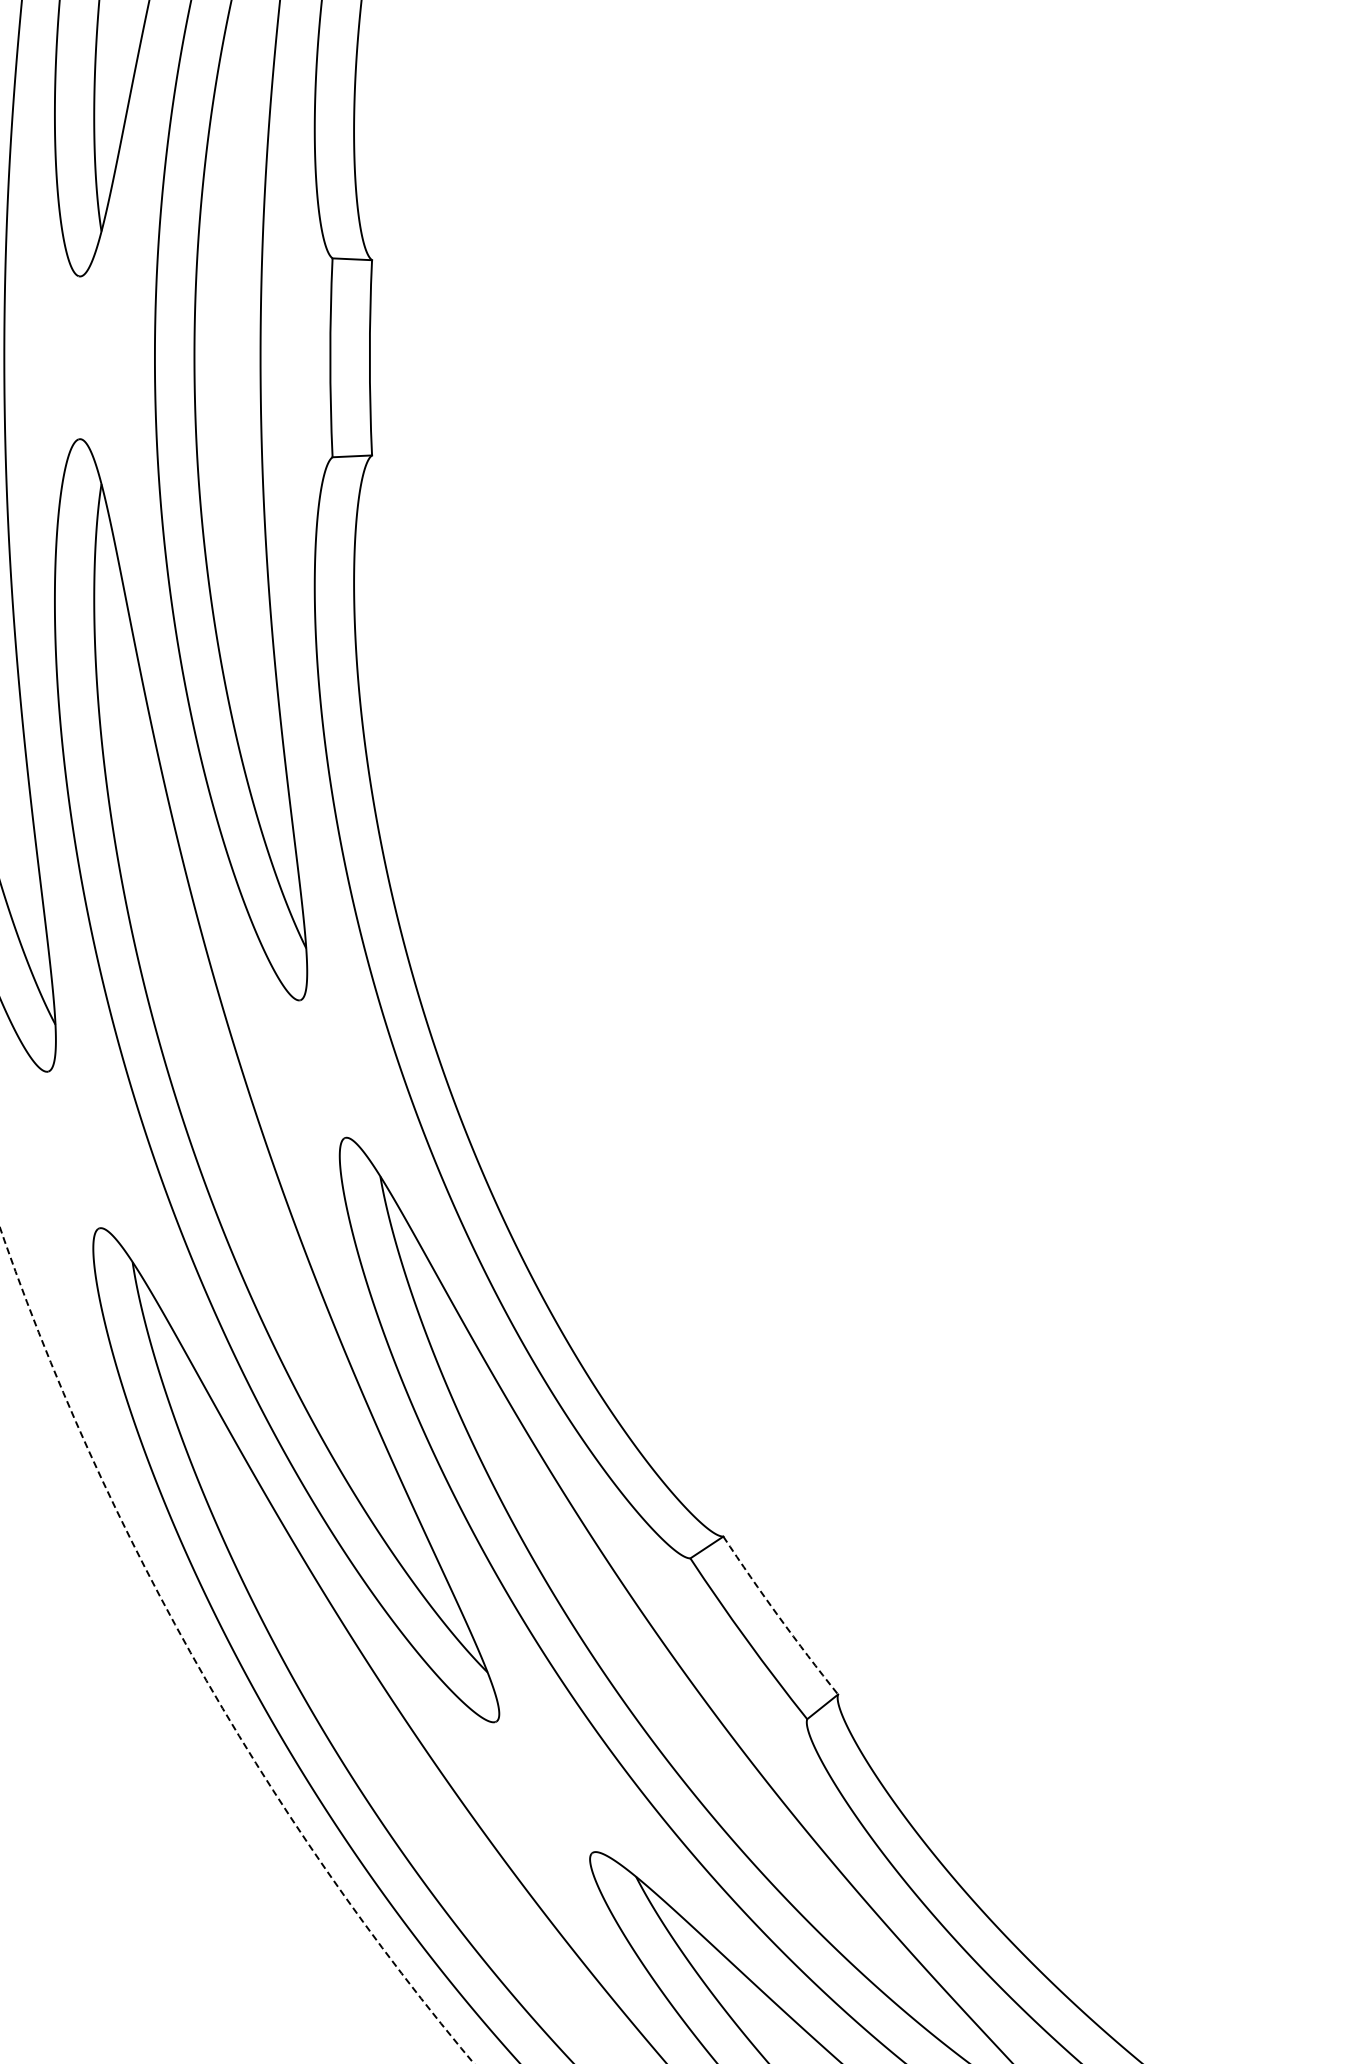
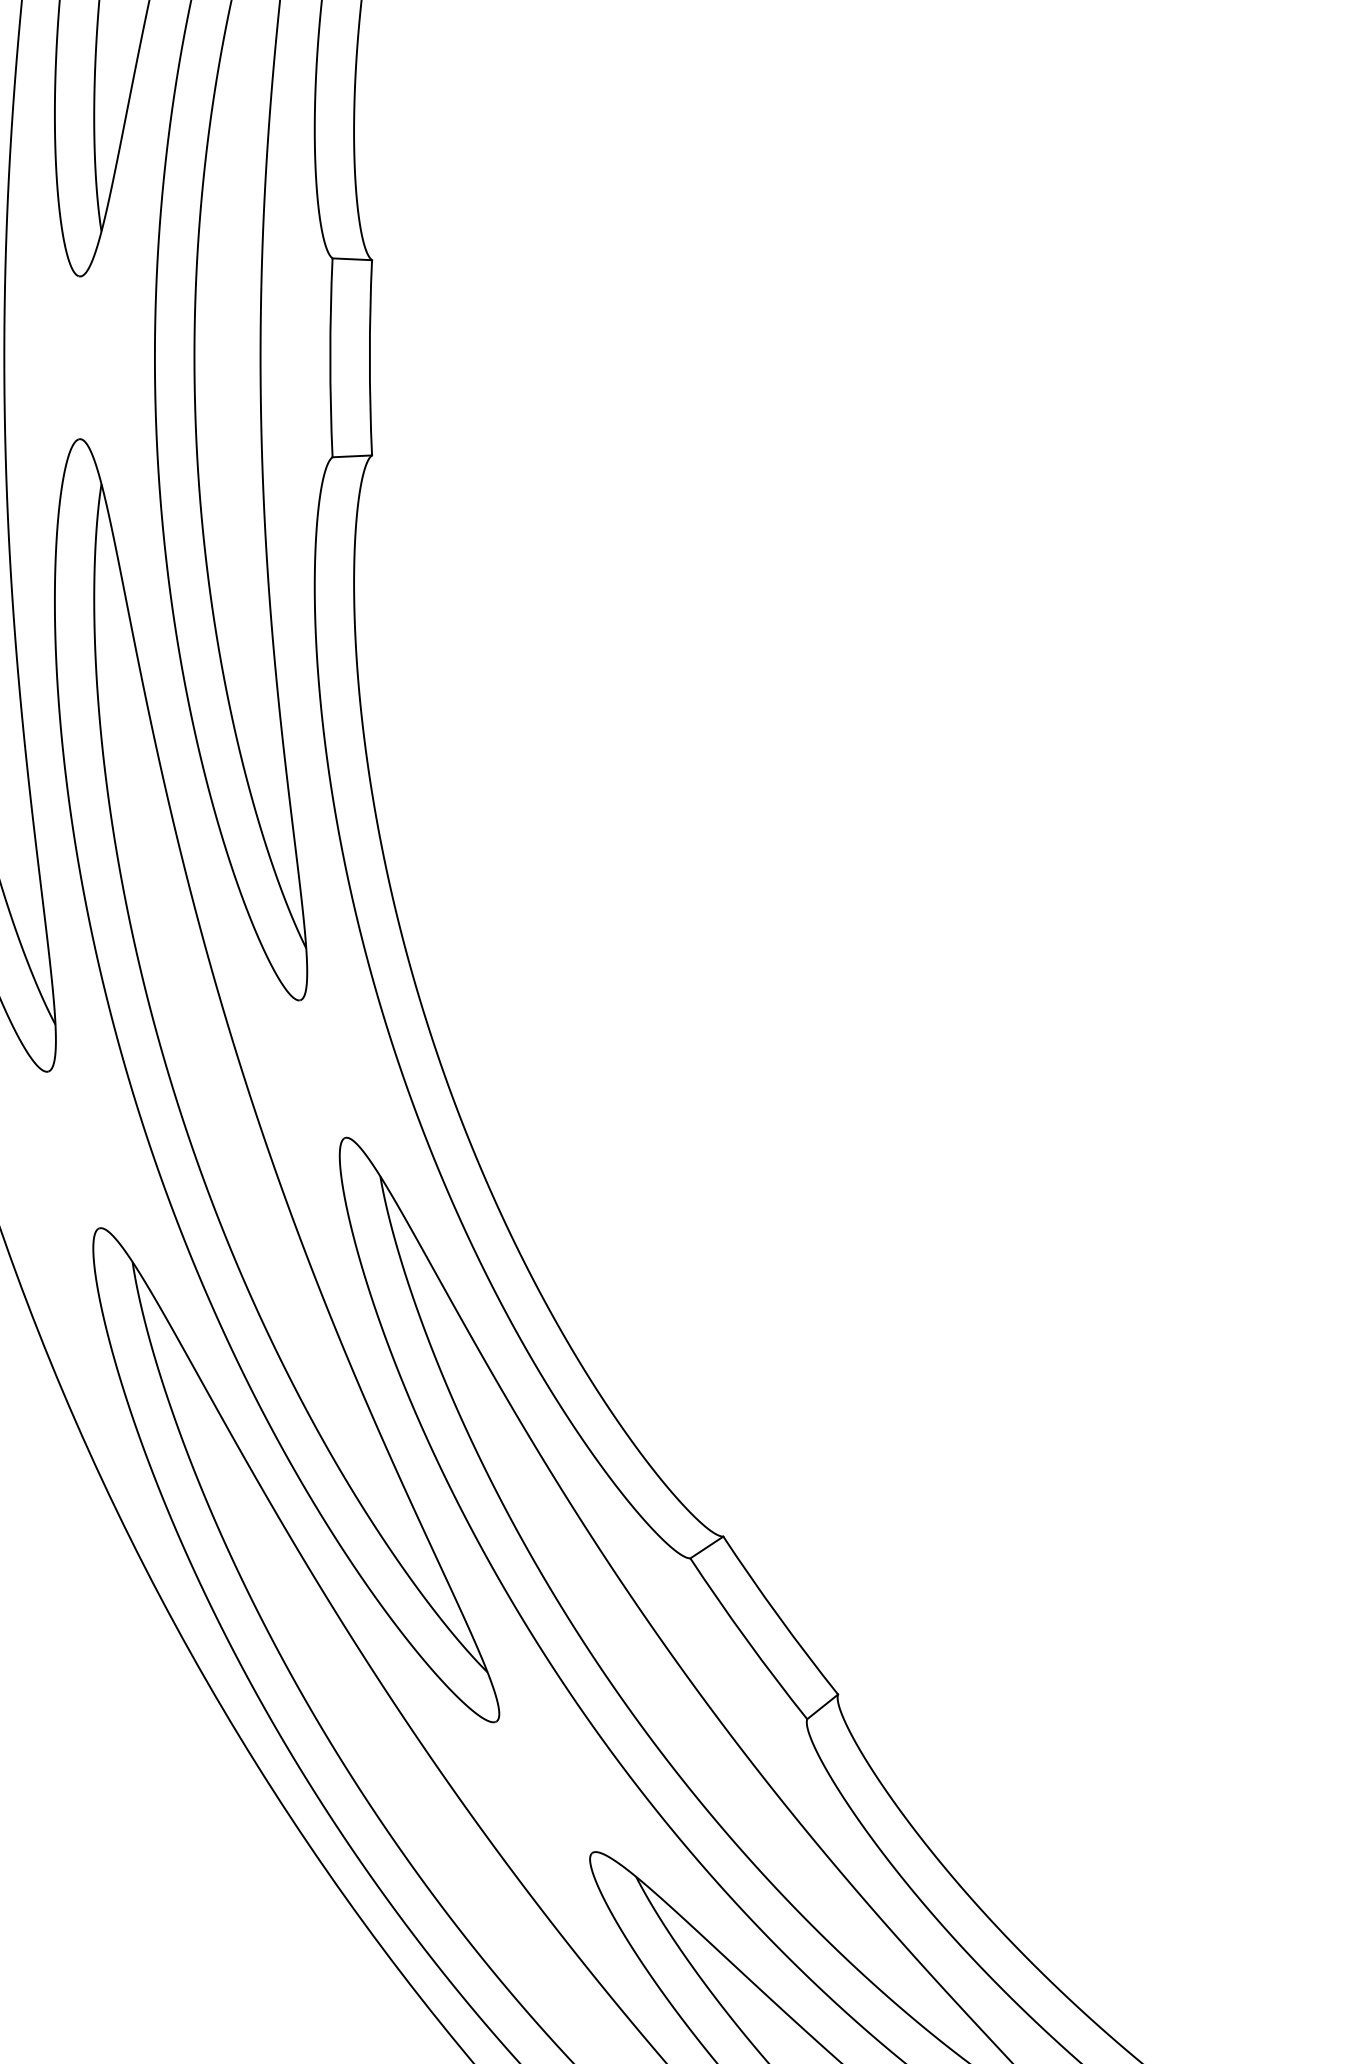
arc at (778, 1616): dashed -> solid
circle at (237, 1645): dashed -> solid
